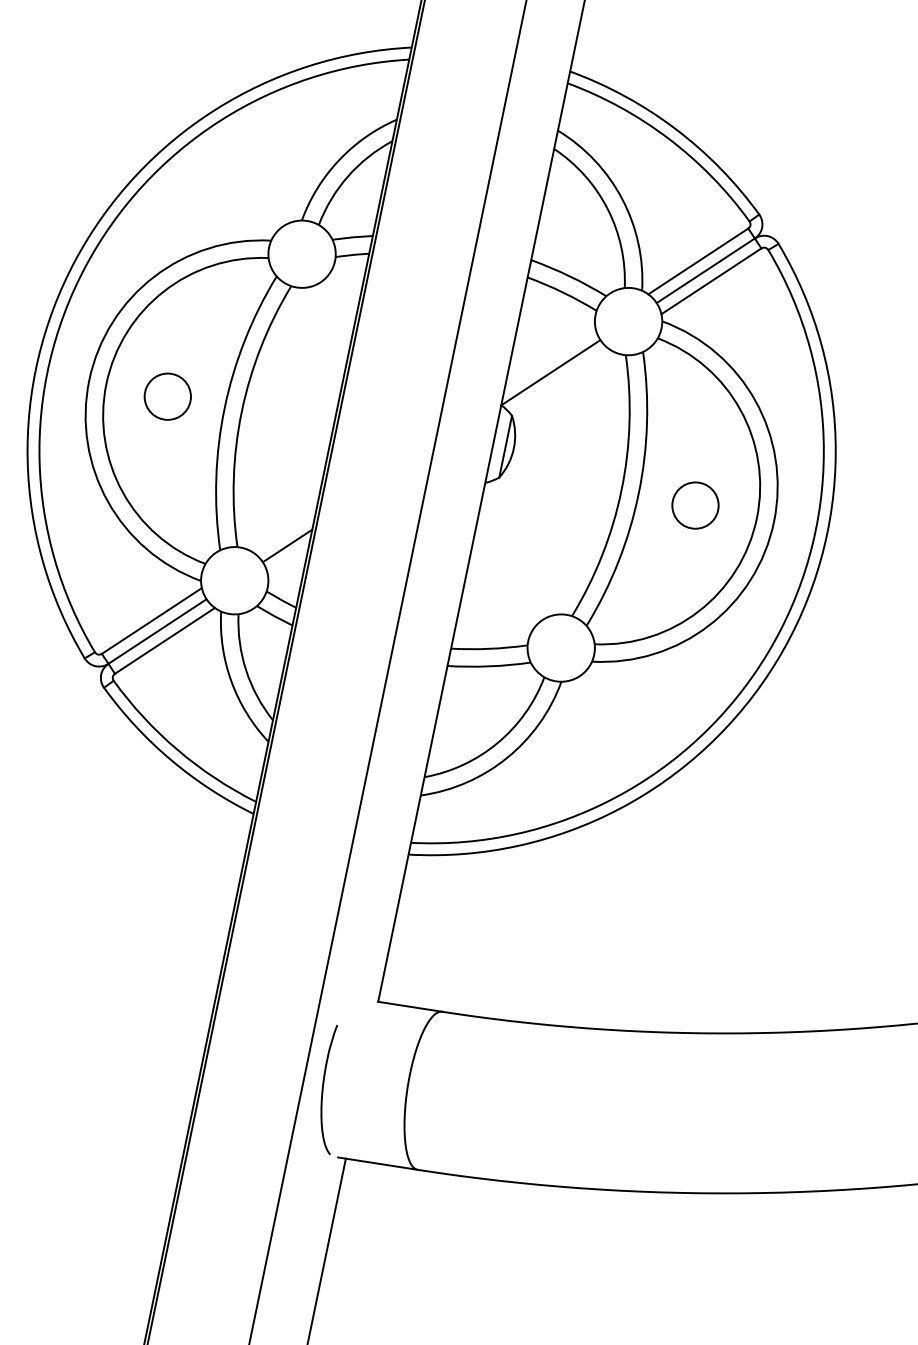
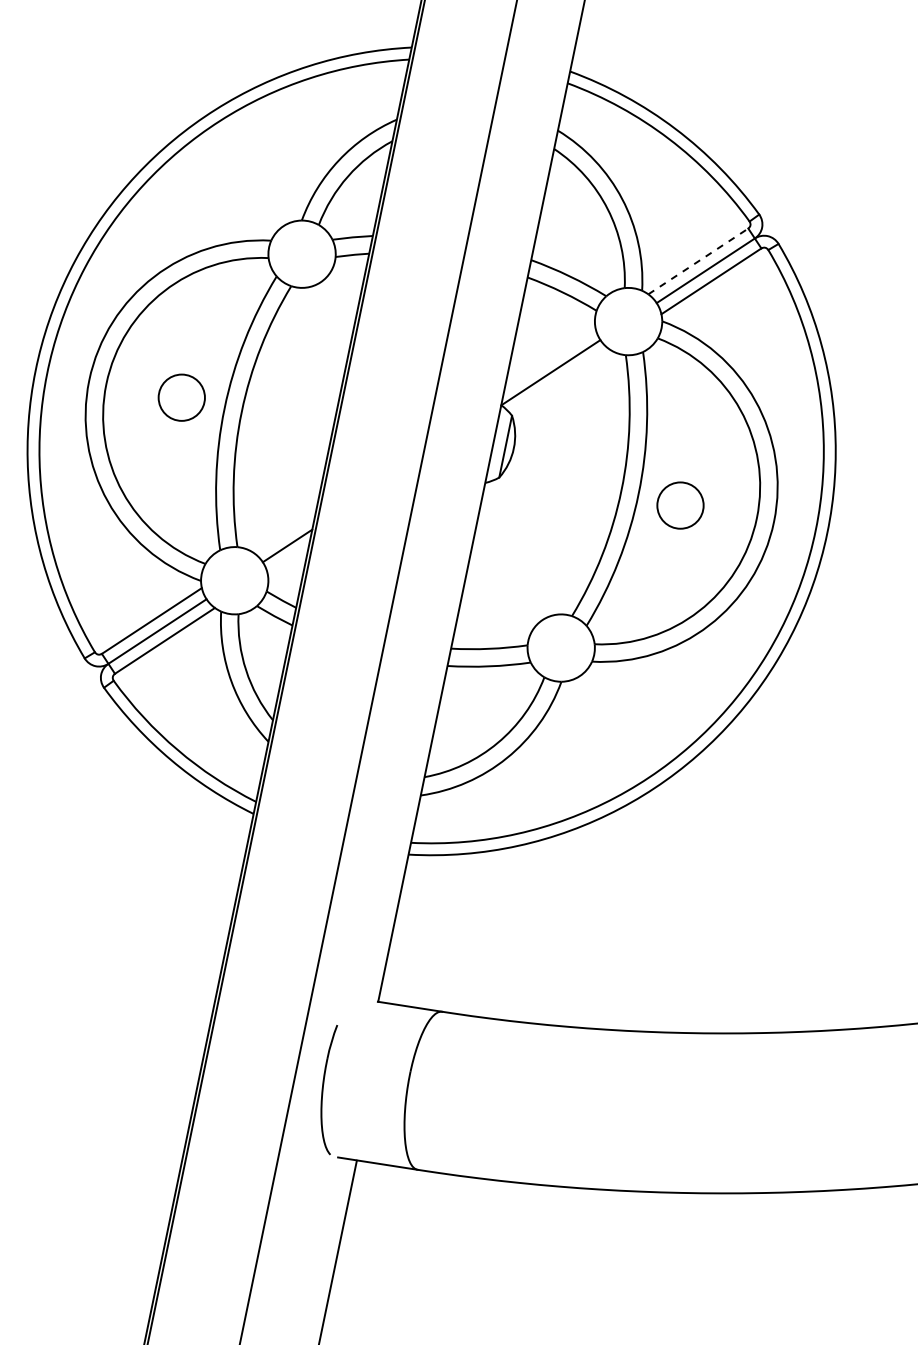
line at (698, 261): solid -> dashed
circle at (167, 396) position: (167, 396) -> (181, 397)
circle at (695, 505) position: (695, 505) -> (680, 505)
line at (387, 671) position: (387, 671) -> (378, 671)
line at (326, 1249) position: (326, 1249) -> (337, 1250)
